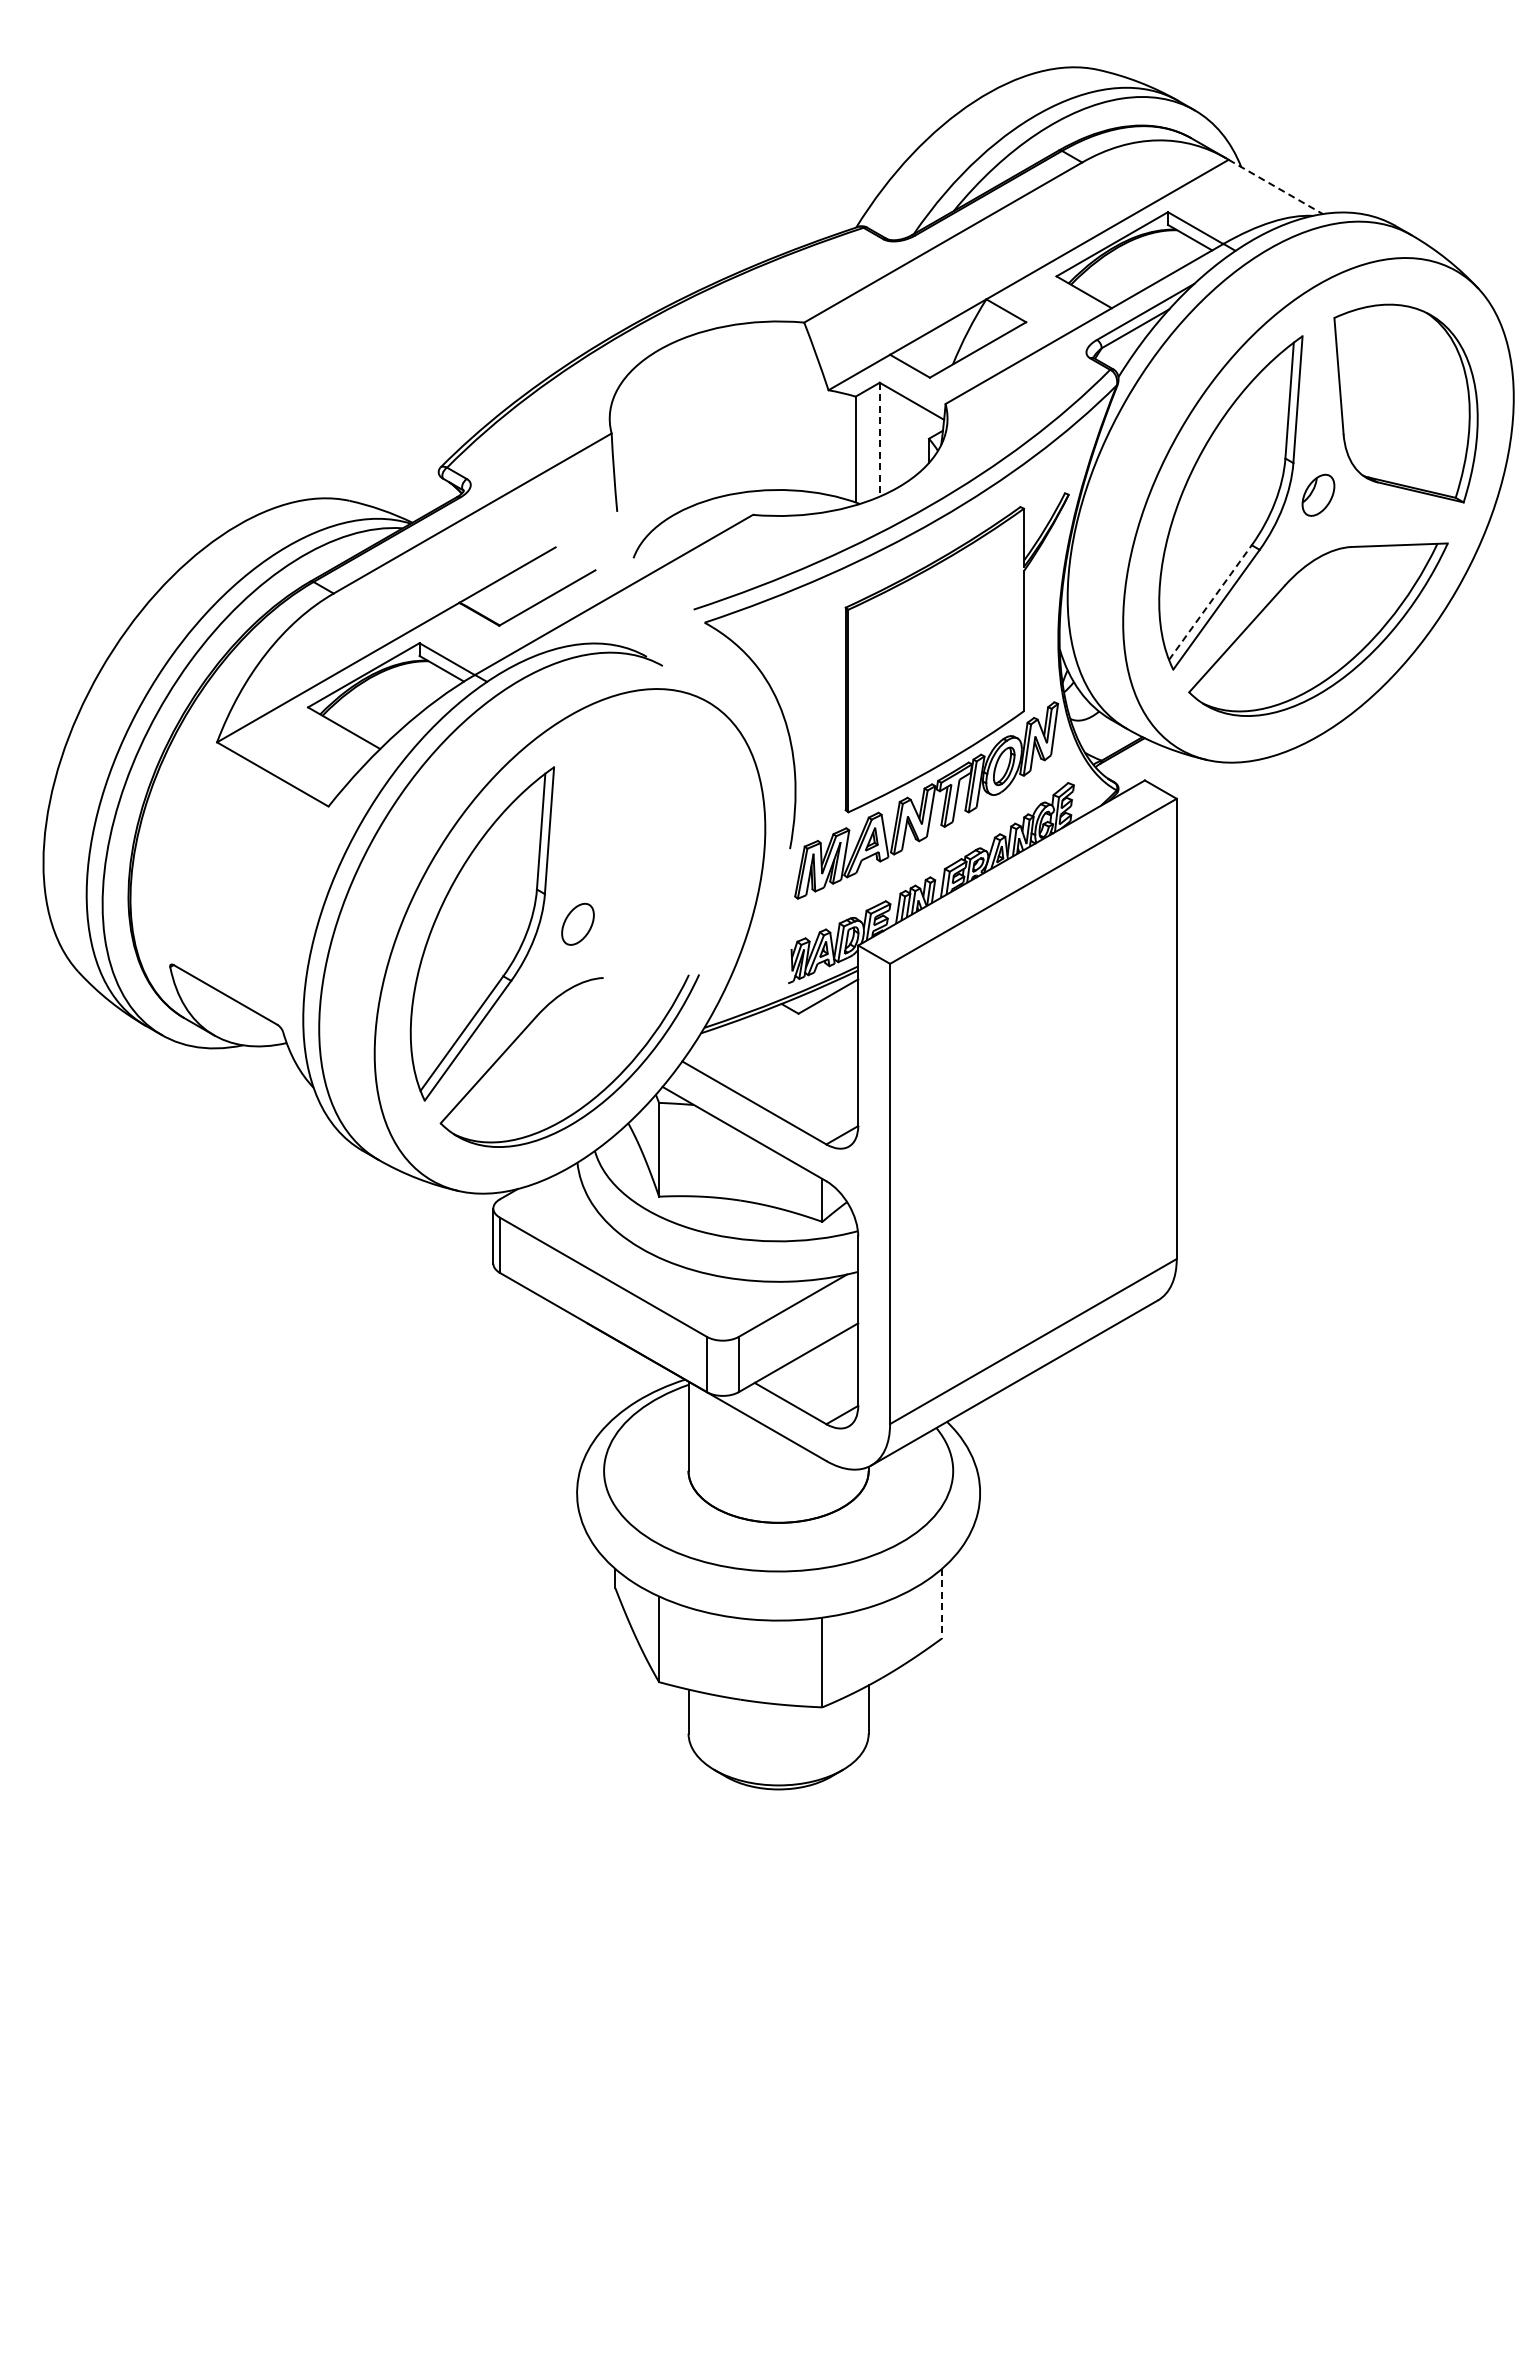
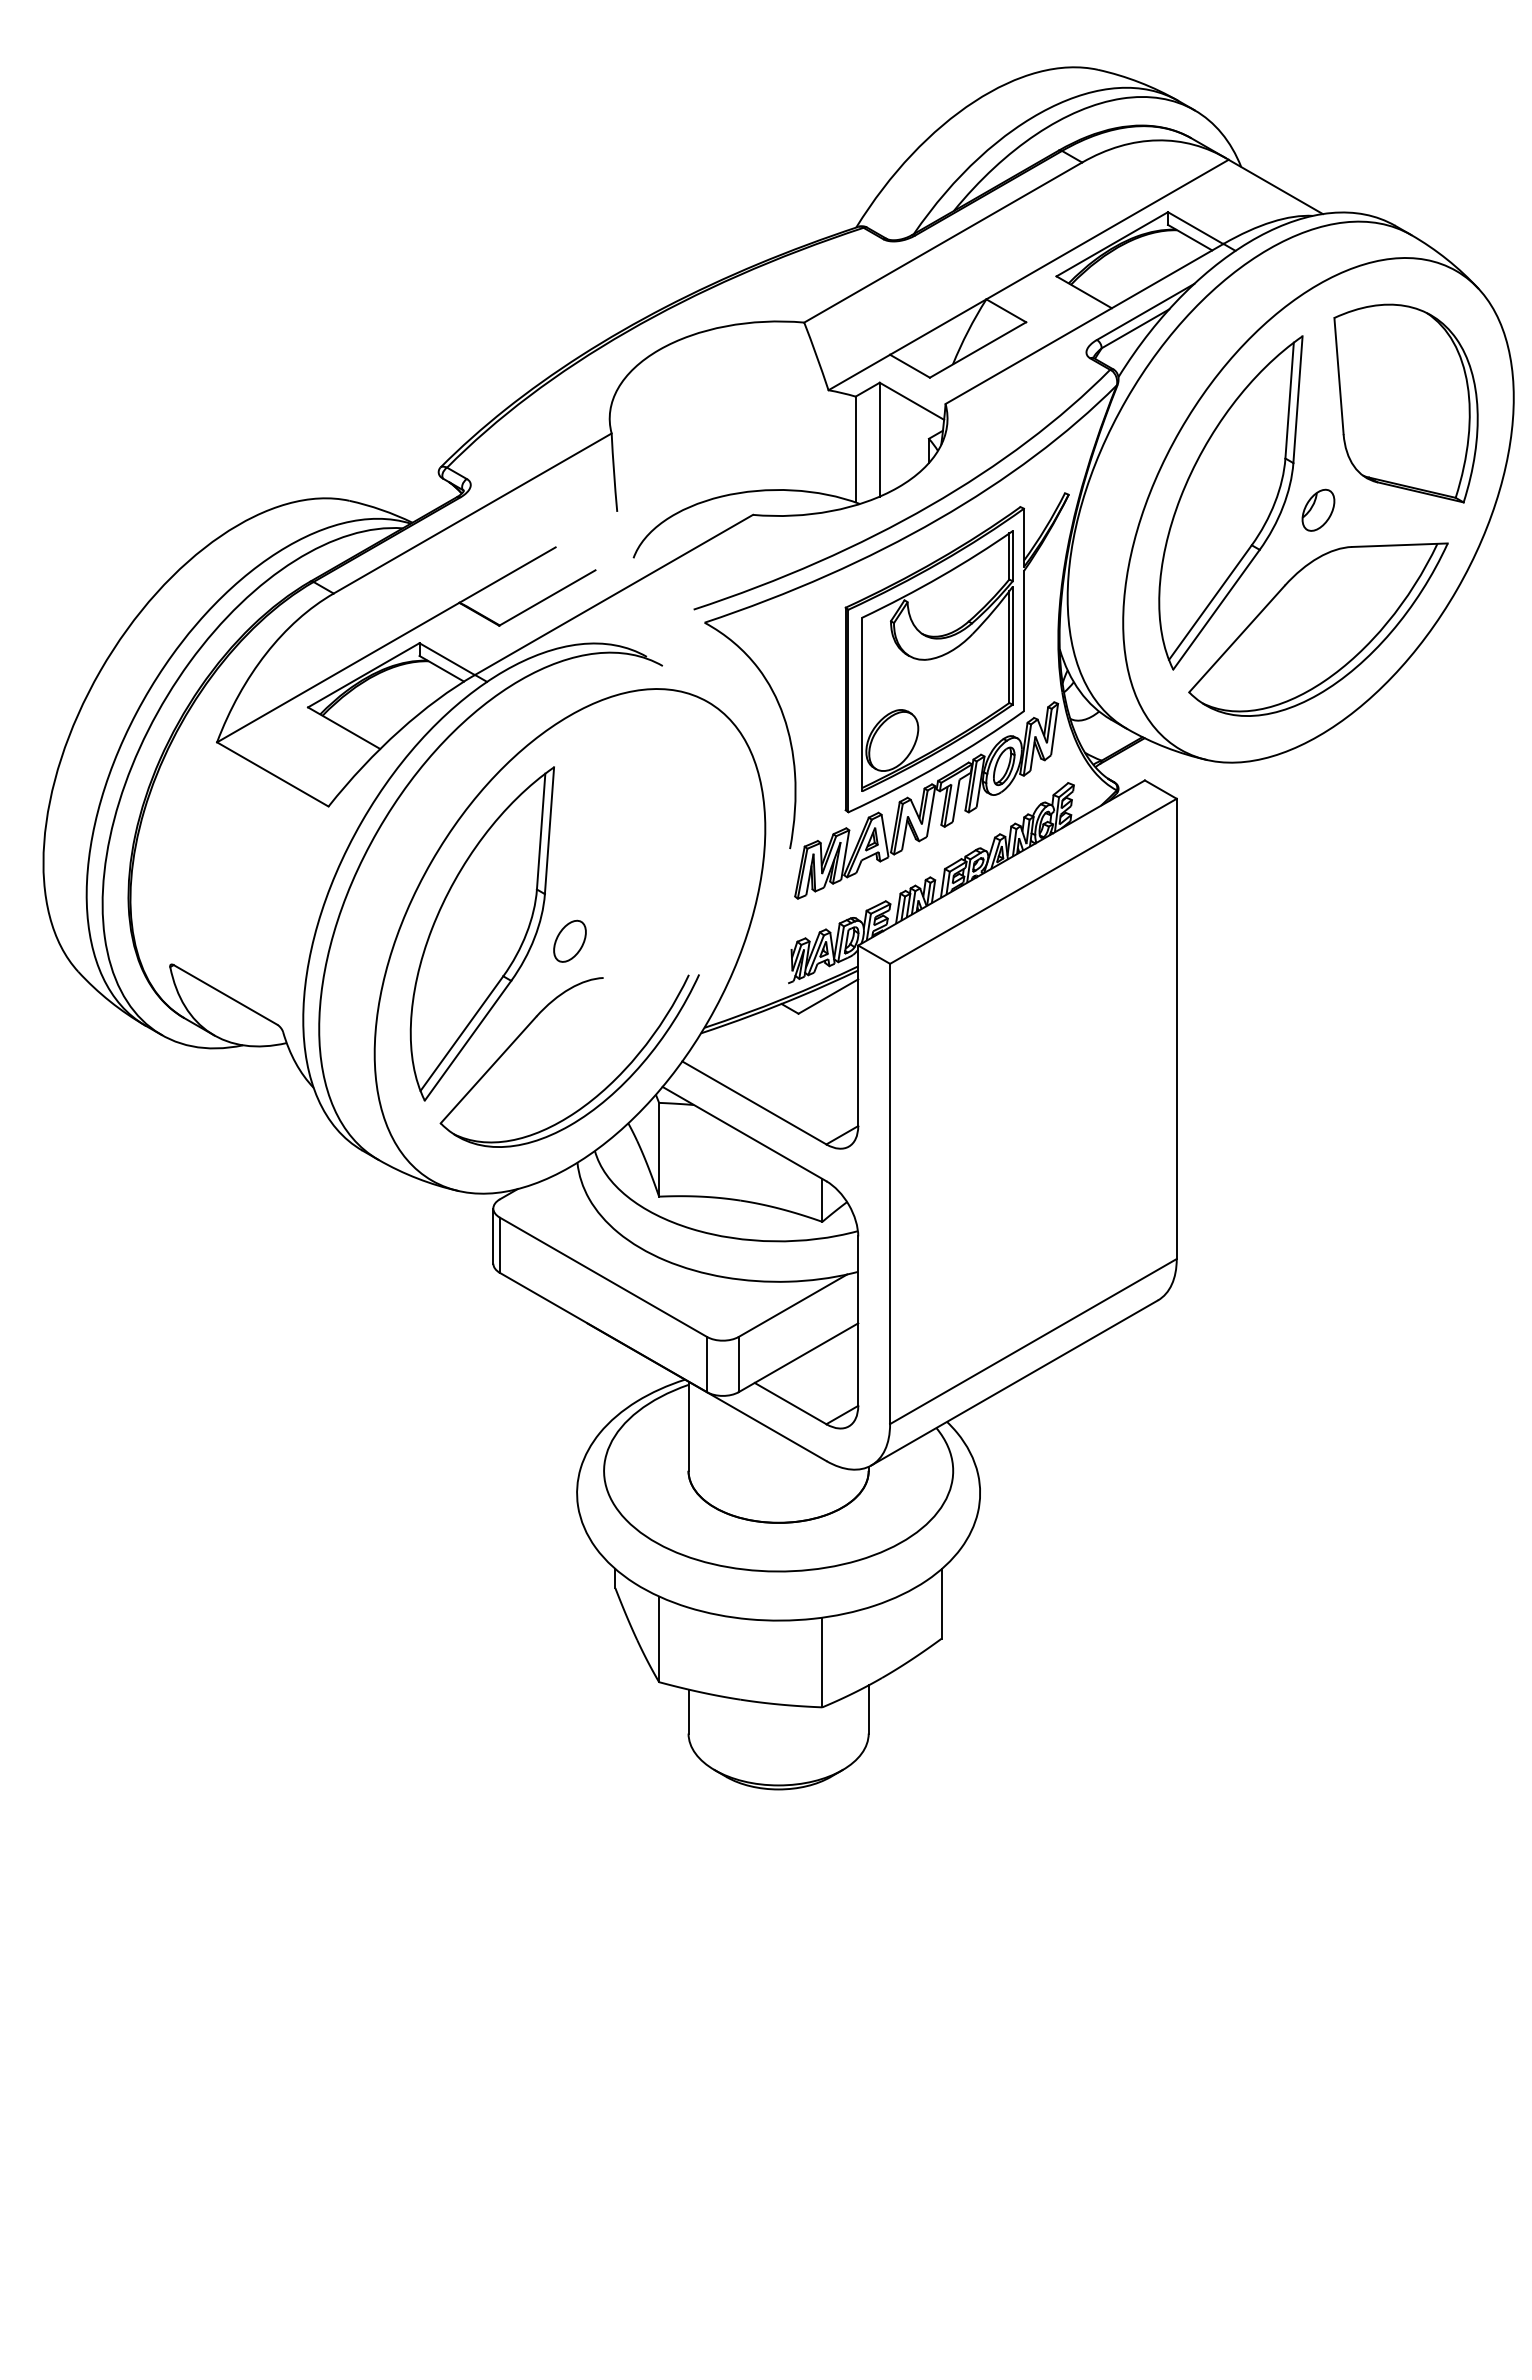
line at (1276, 187): dashed -> solid
line at (879, 439): dashed -> solid
part at (1318, 494) position: (1318, 494) -> (1318, 509)
line at (1210, 602): dashed -> solid
part at (937, 660): none -> present
part at (577, 923) position: (577, 923) -> (569, 940)
line at (941, 1603): dashed -> solid
